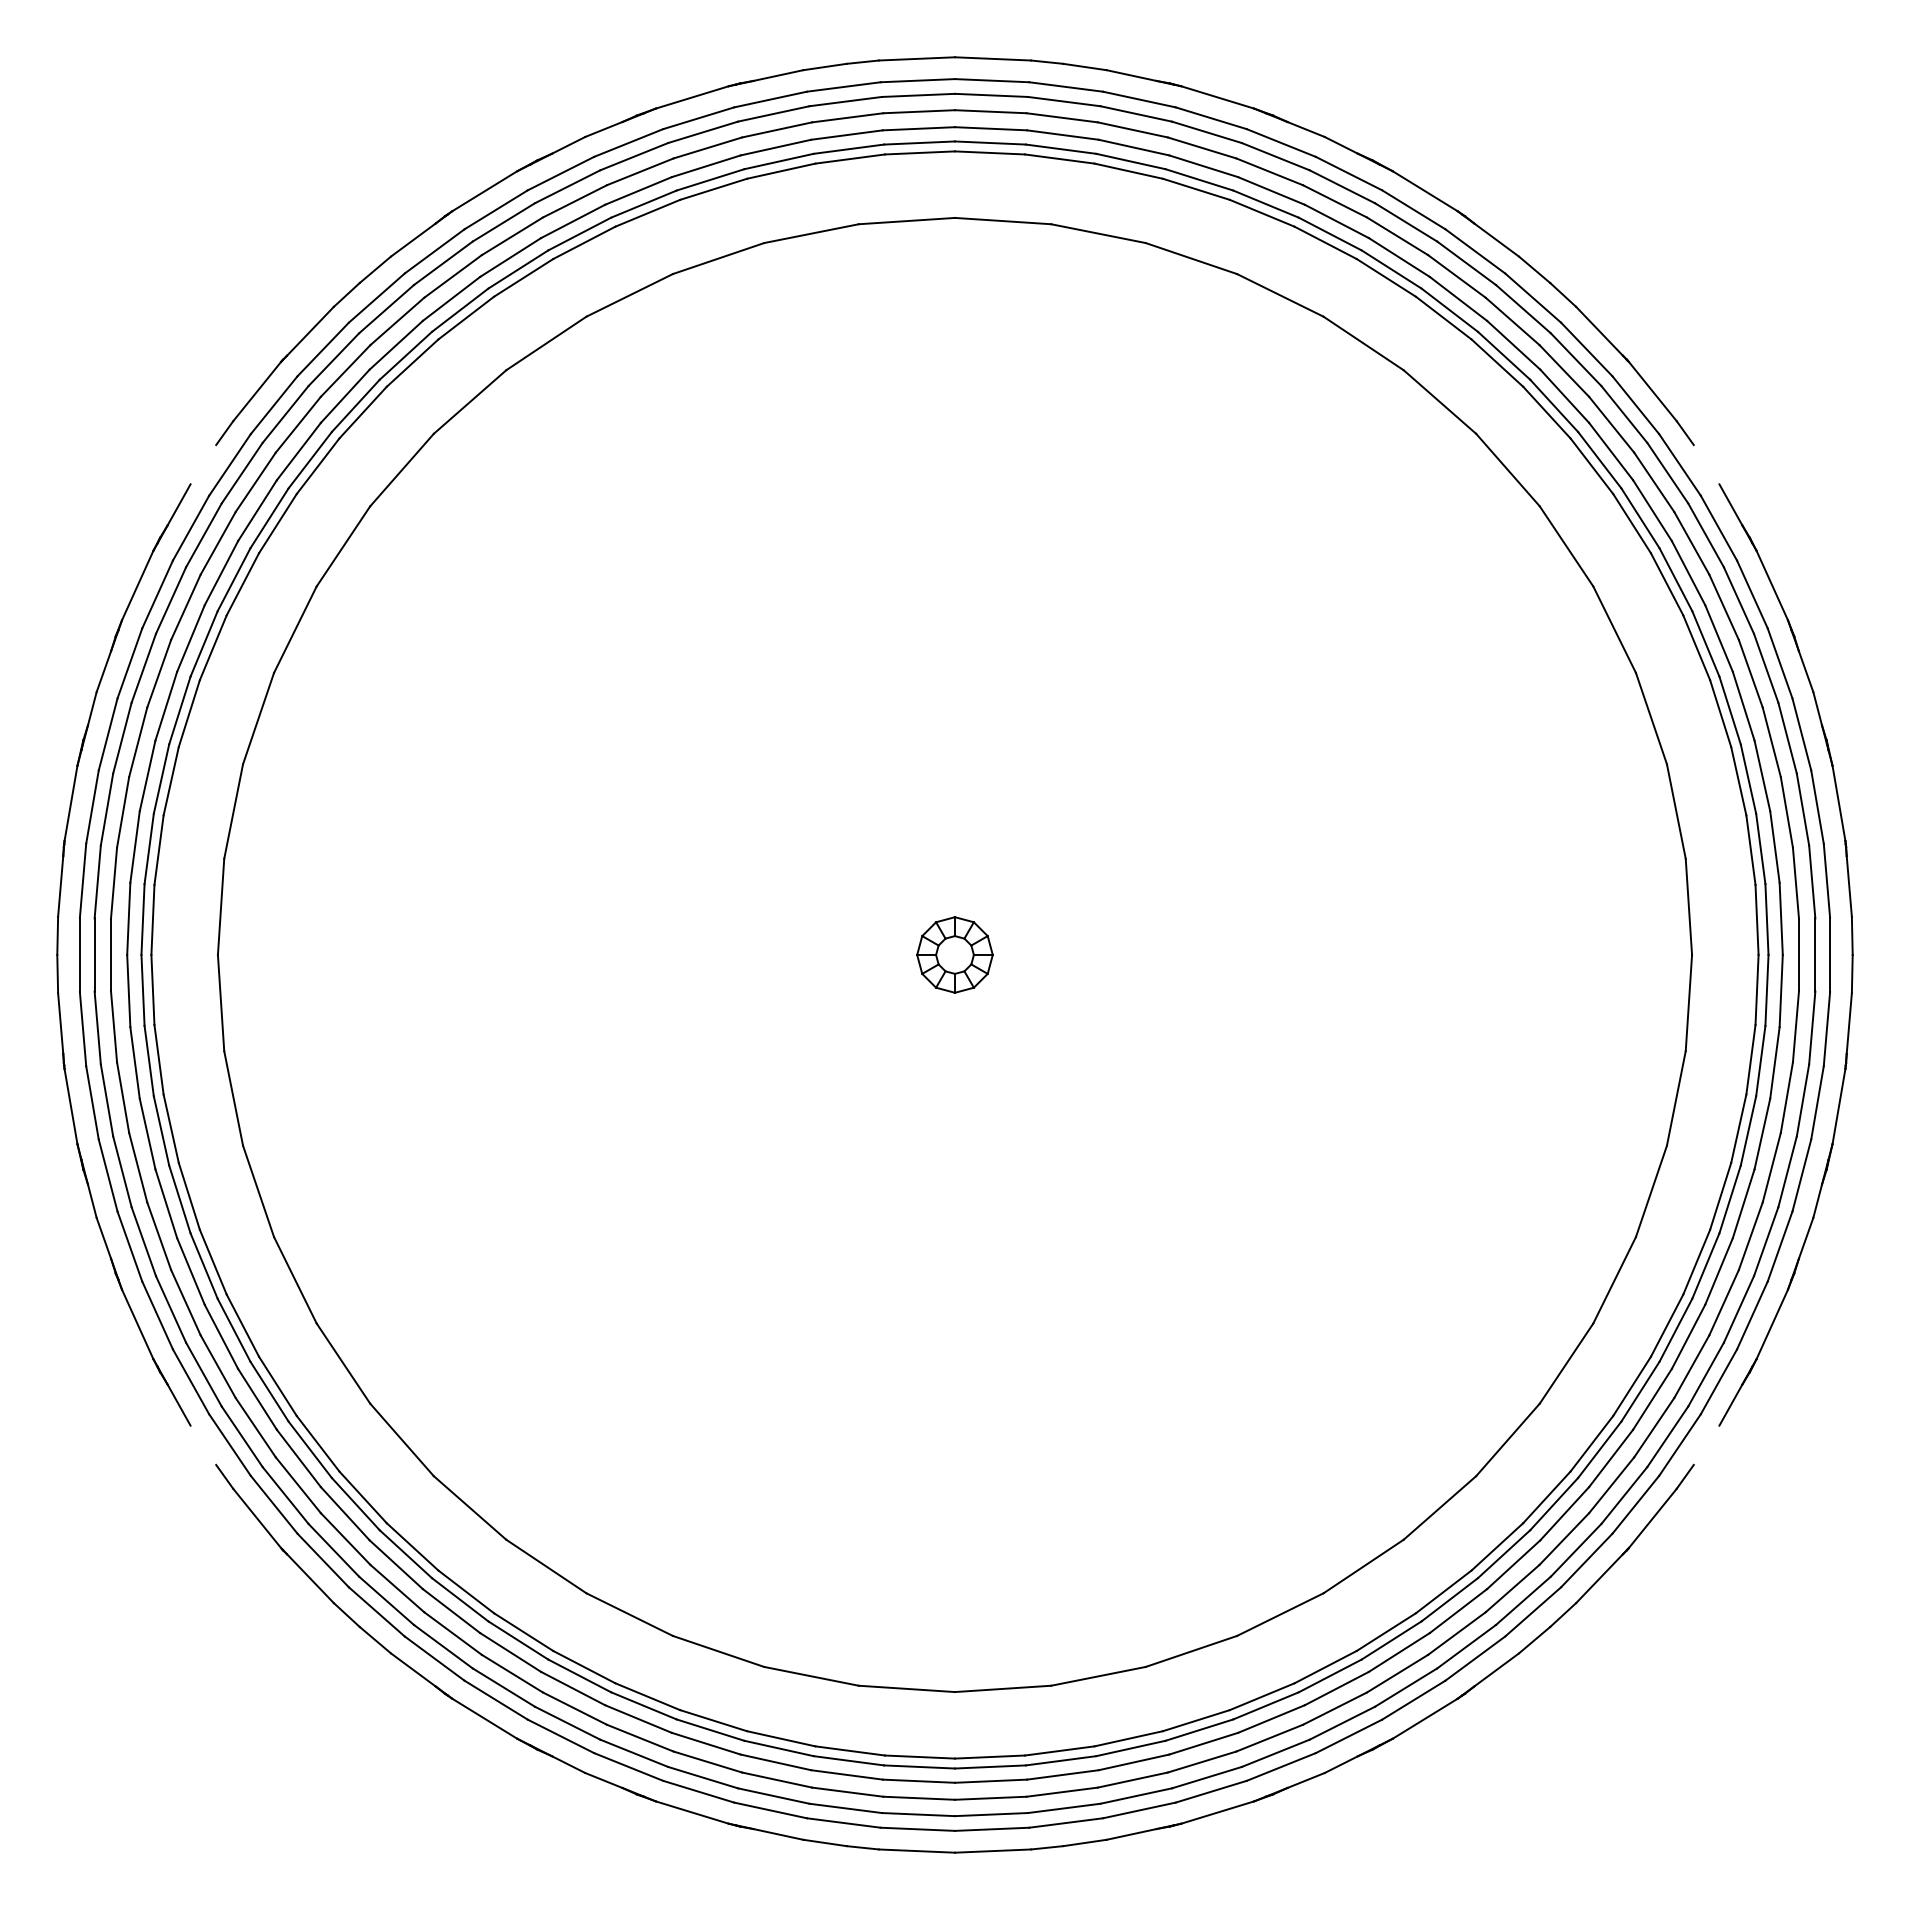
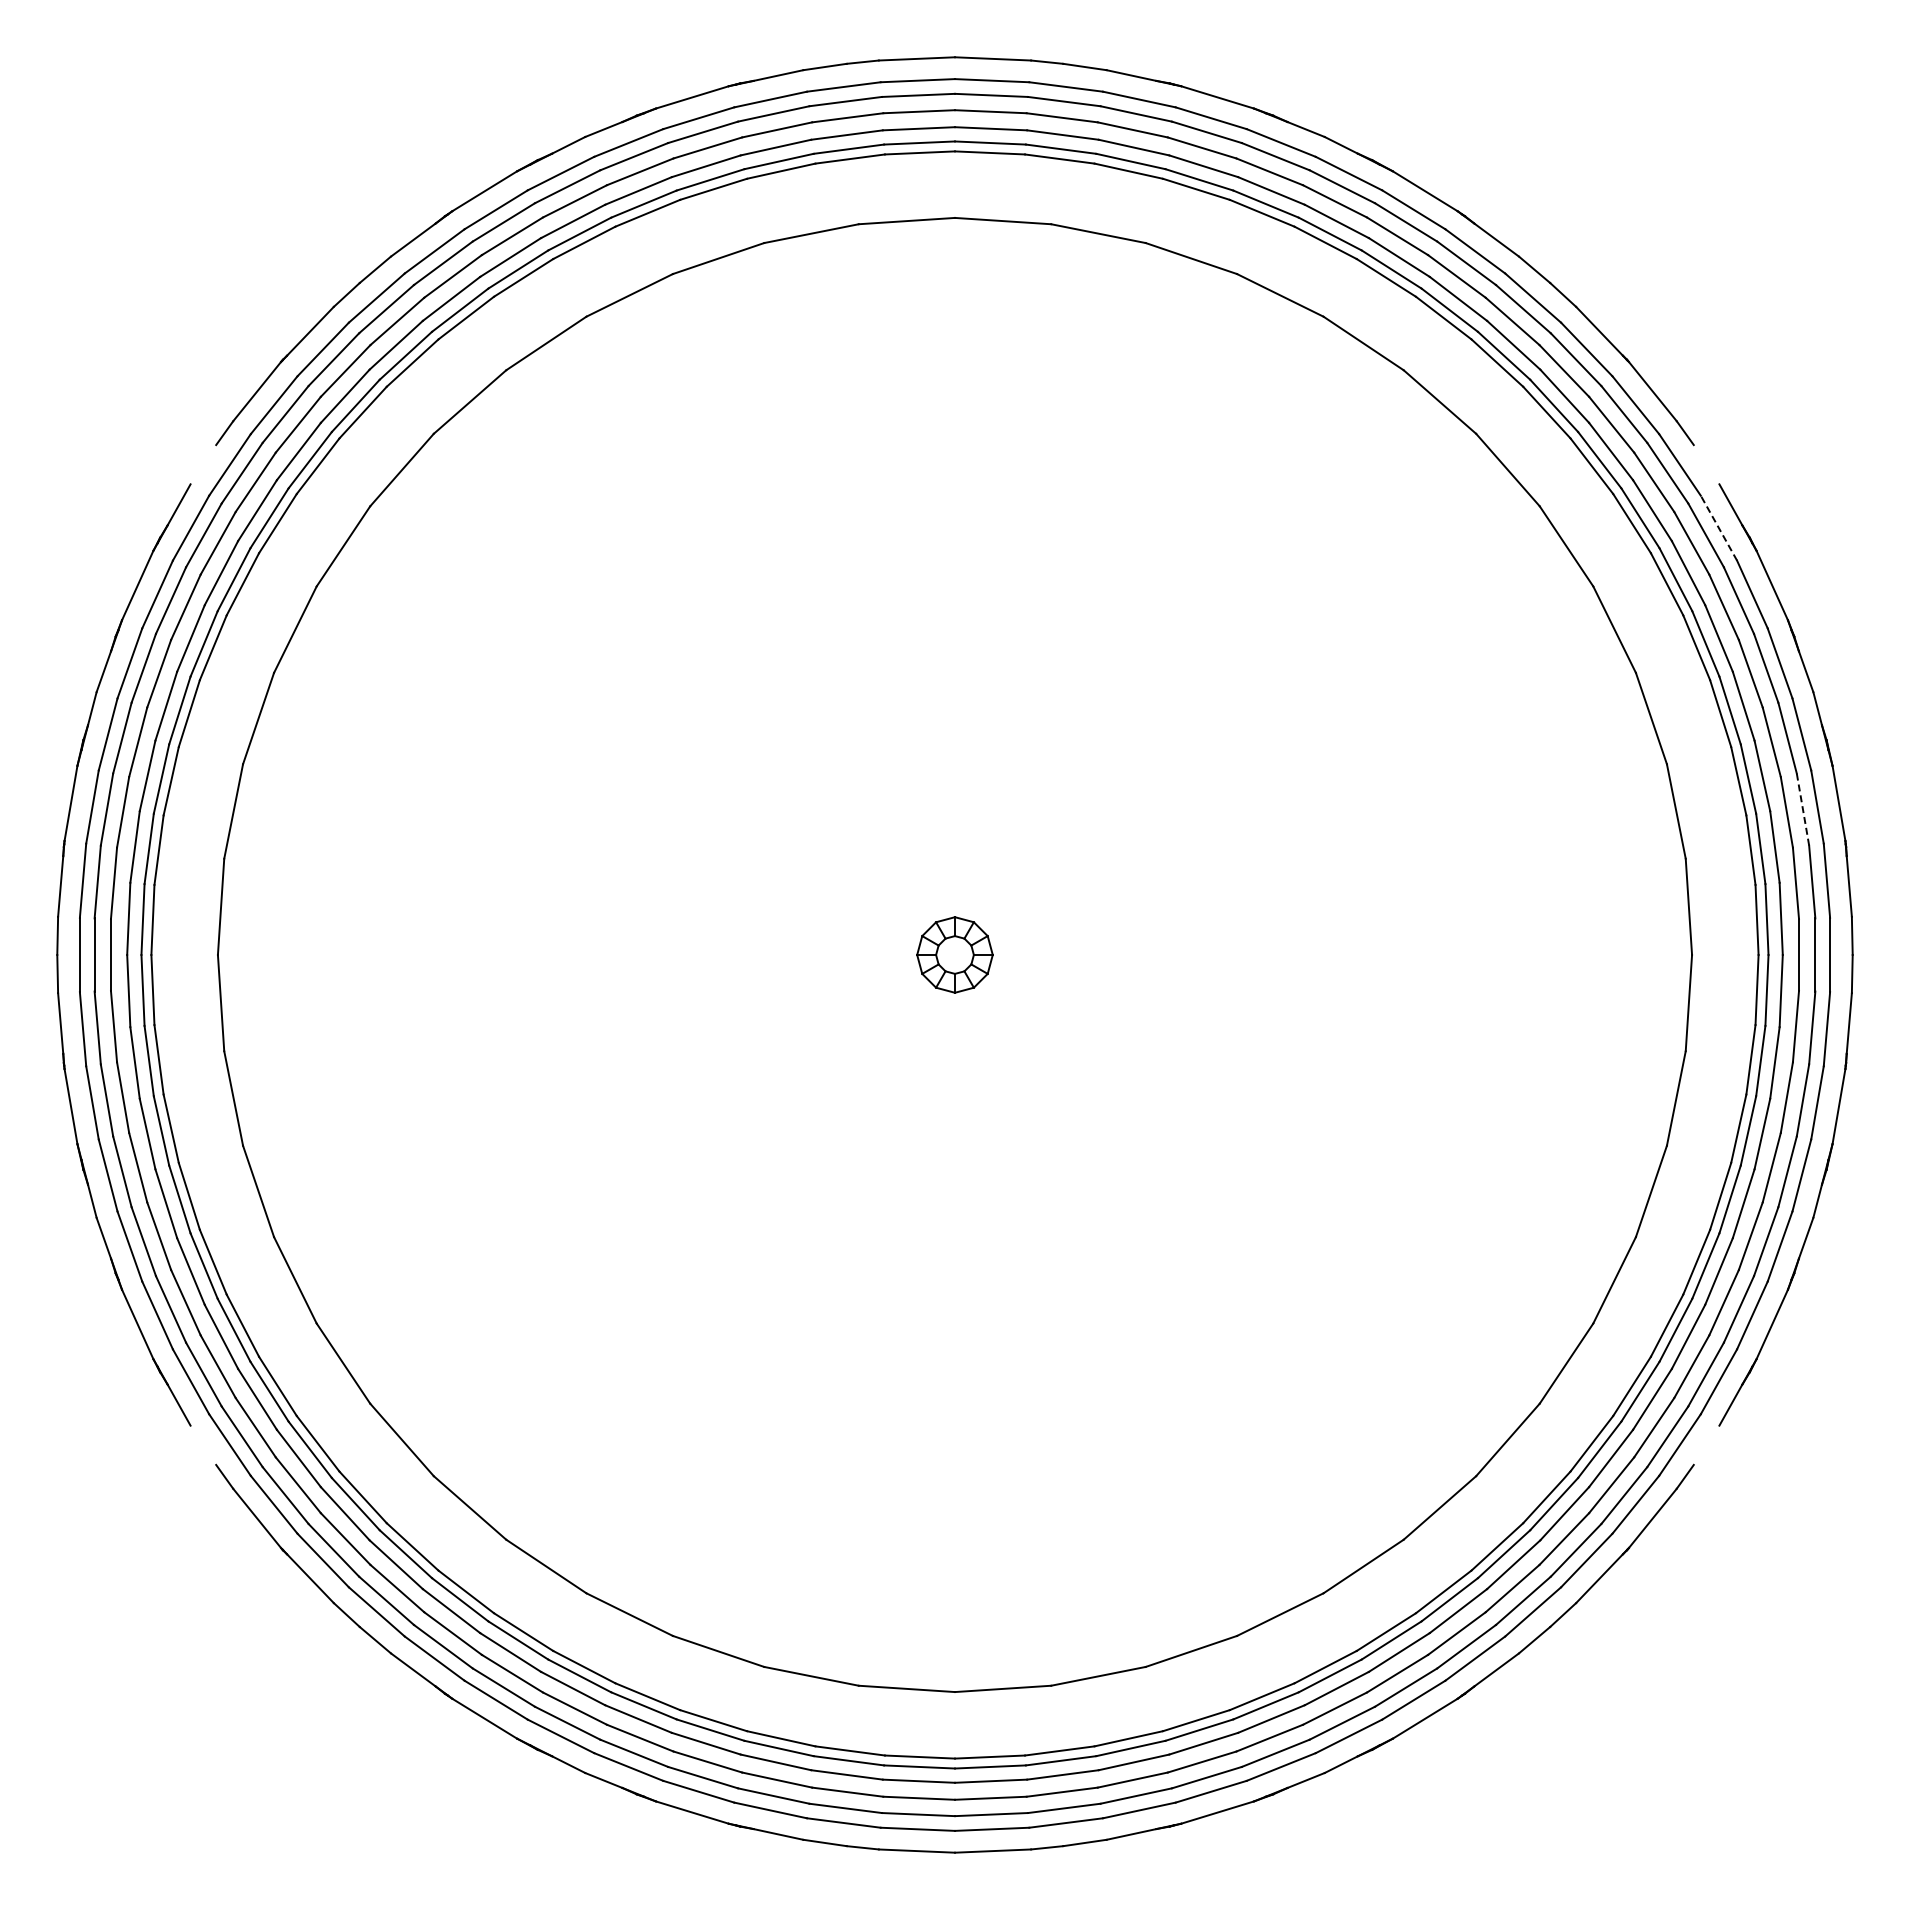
line at (1718, 527): solid -> dashed
line at (1802, 809): solid -> dashed
